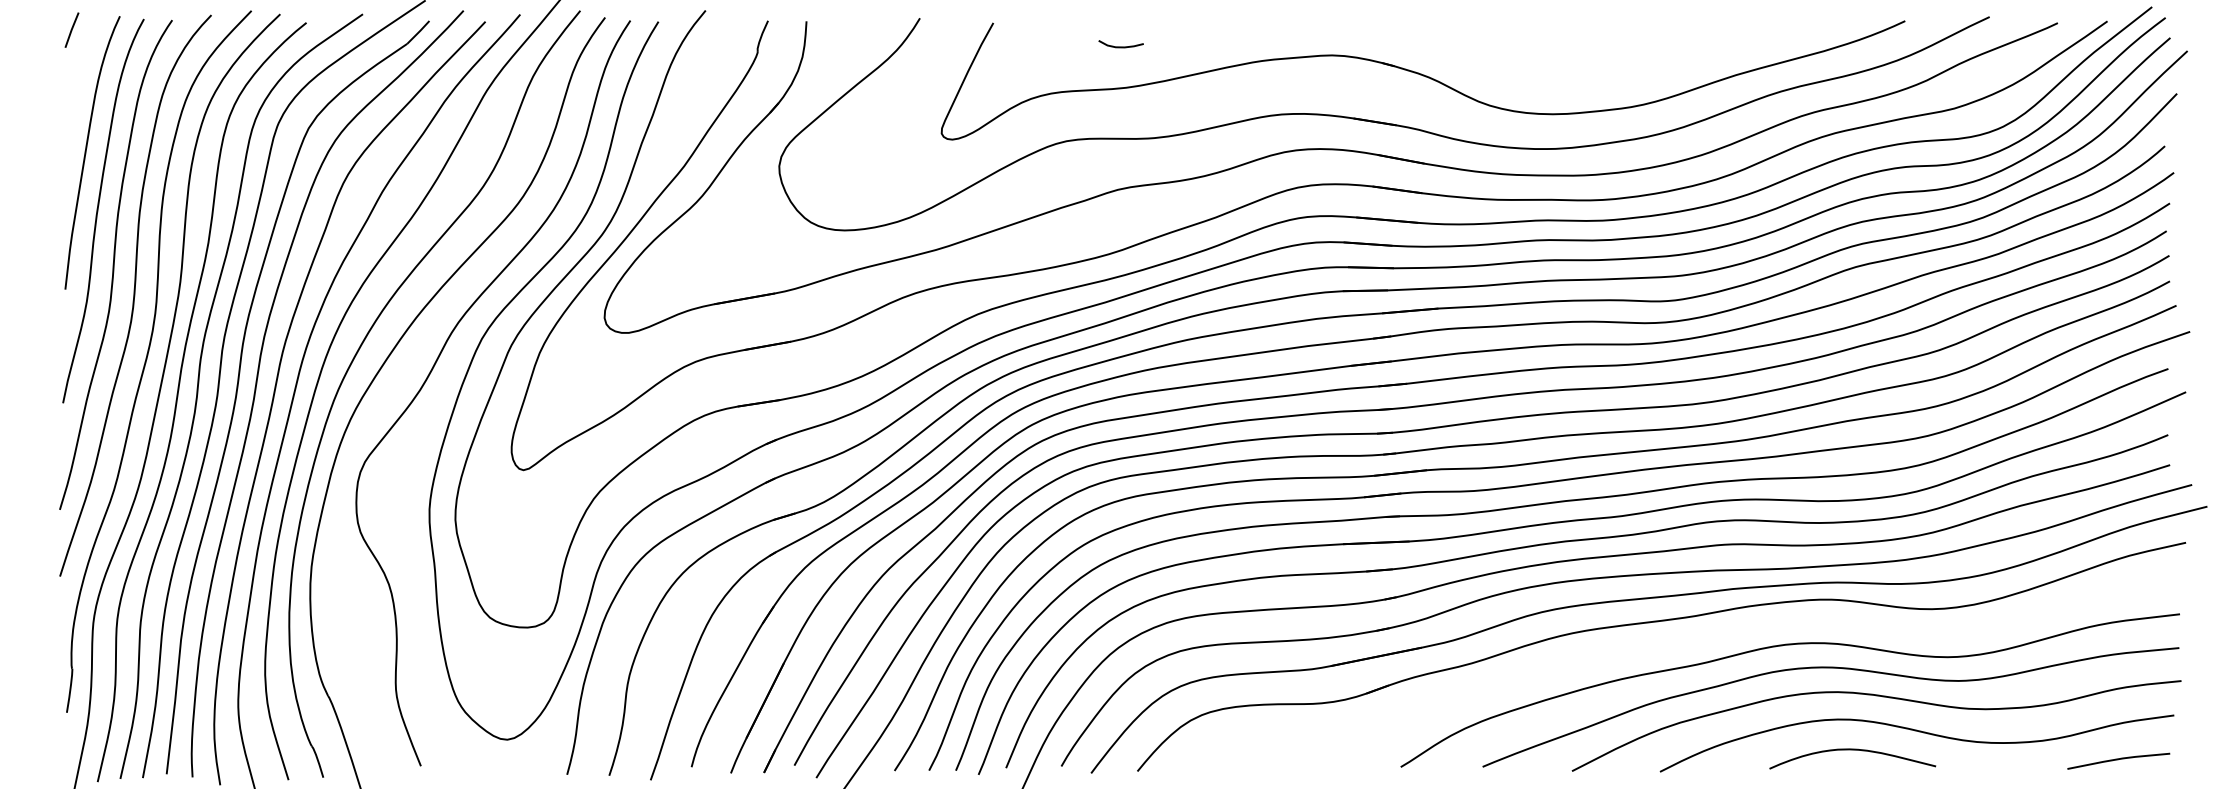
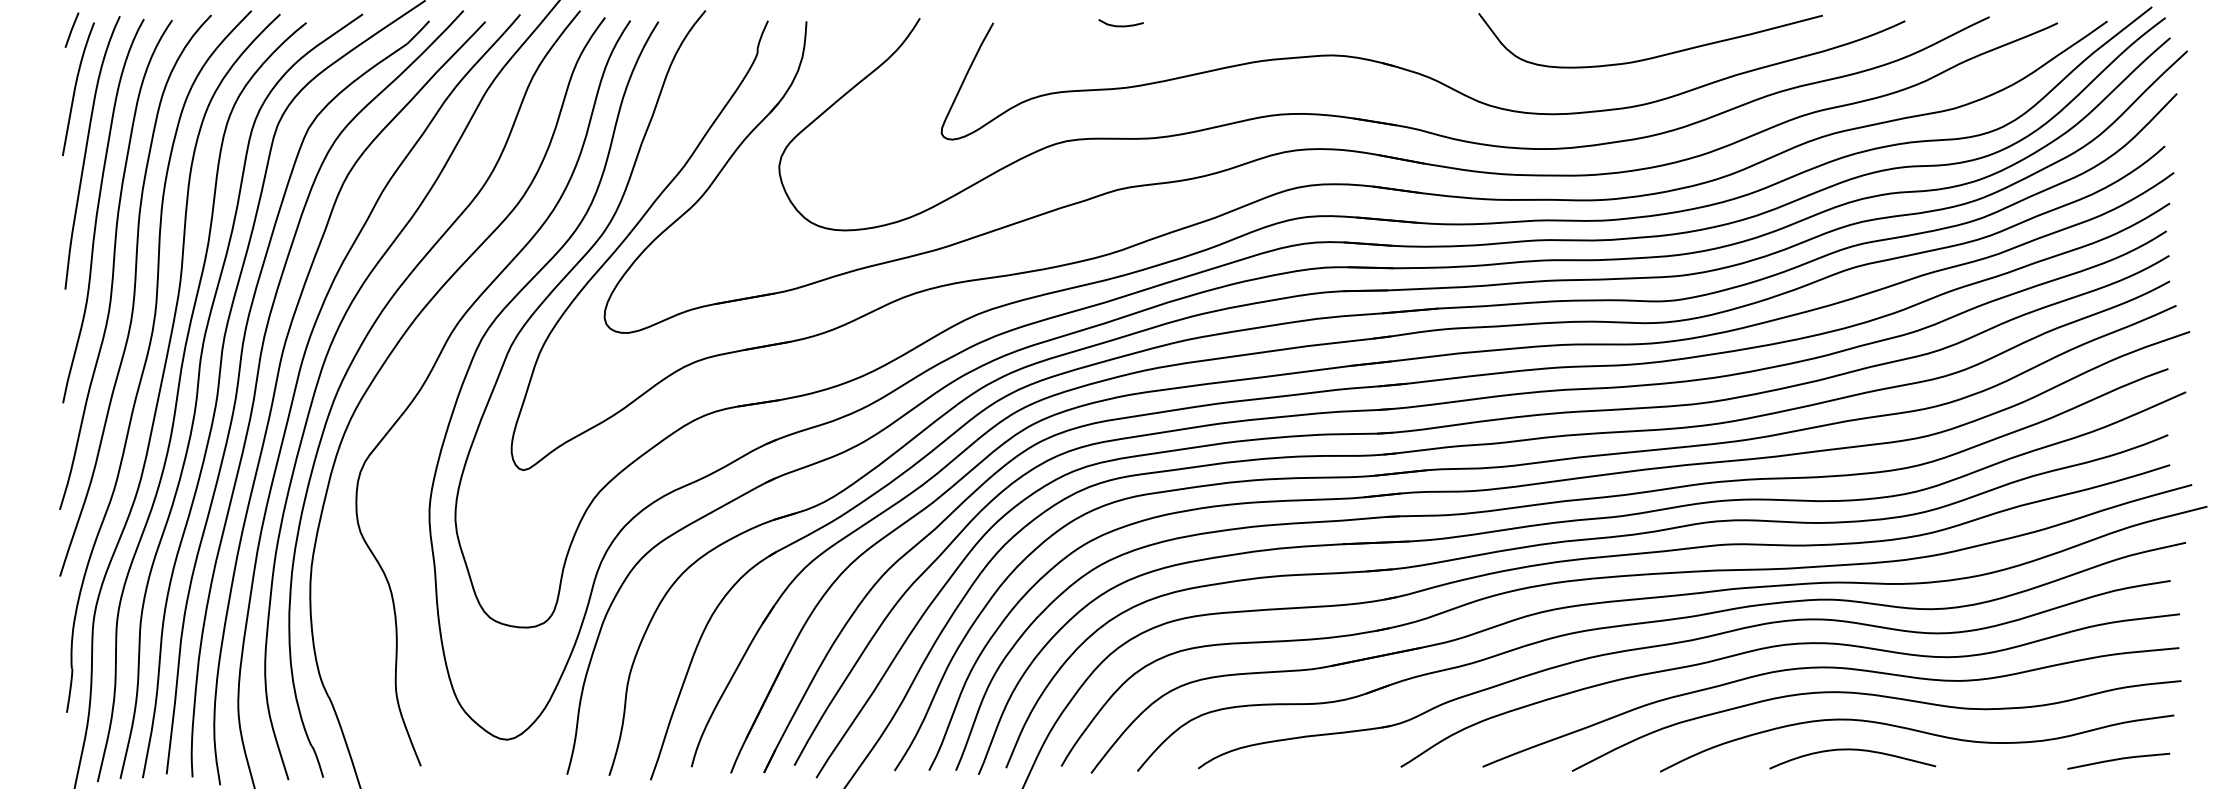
curve at (1120, 46) position: (1120, 46) -> (1120, 25)
curve at (1653, 56): none -> present
curve at (76, 87): none -> present
part at (1680, 643): none -> present
